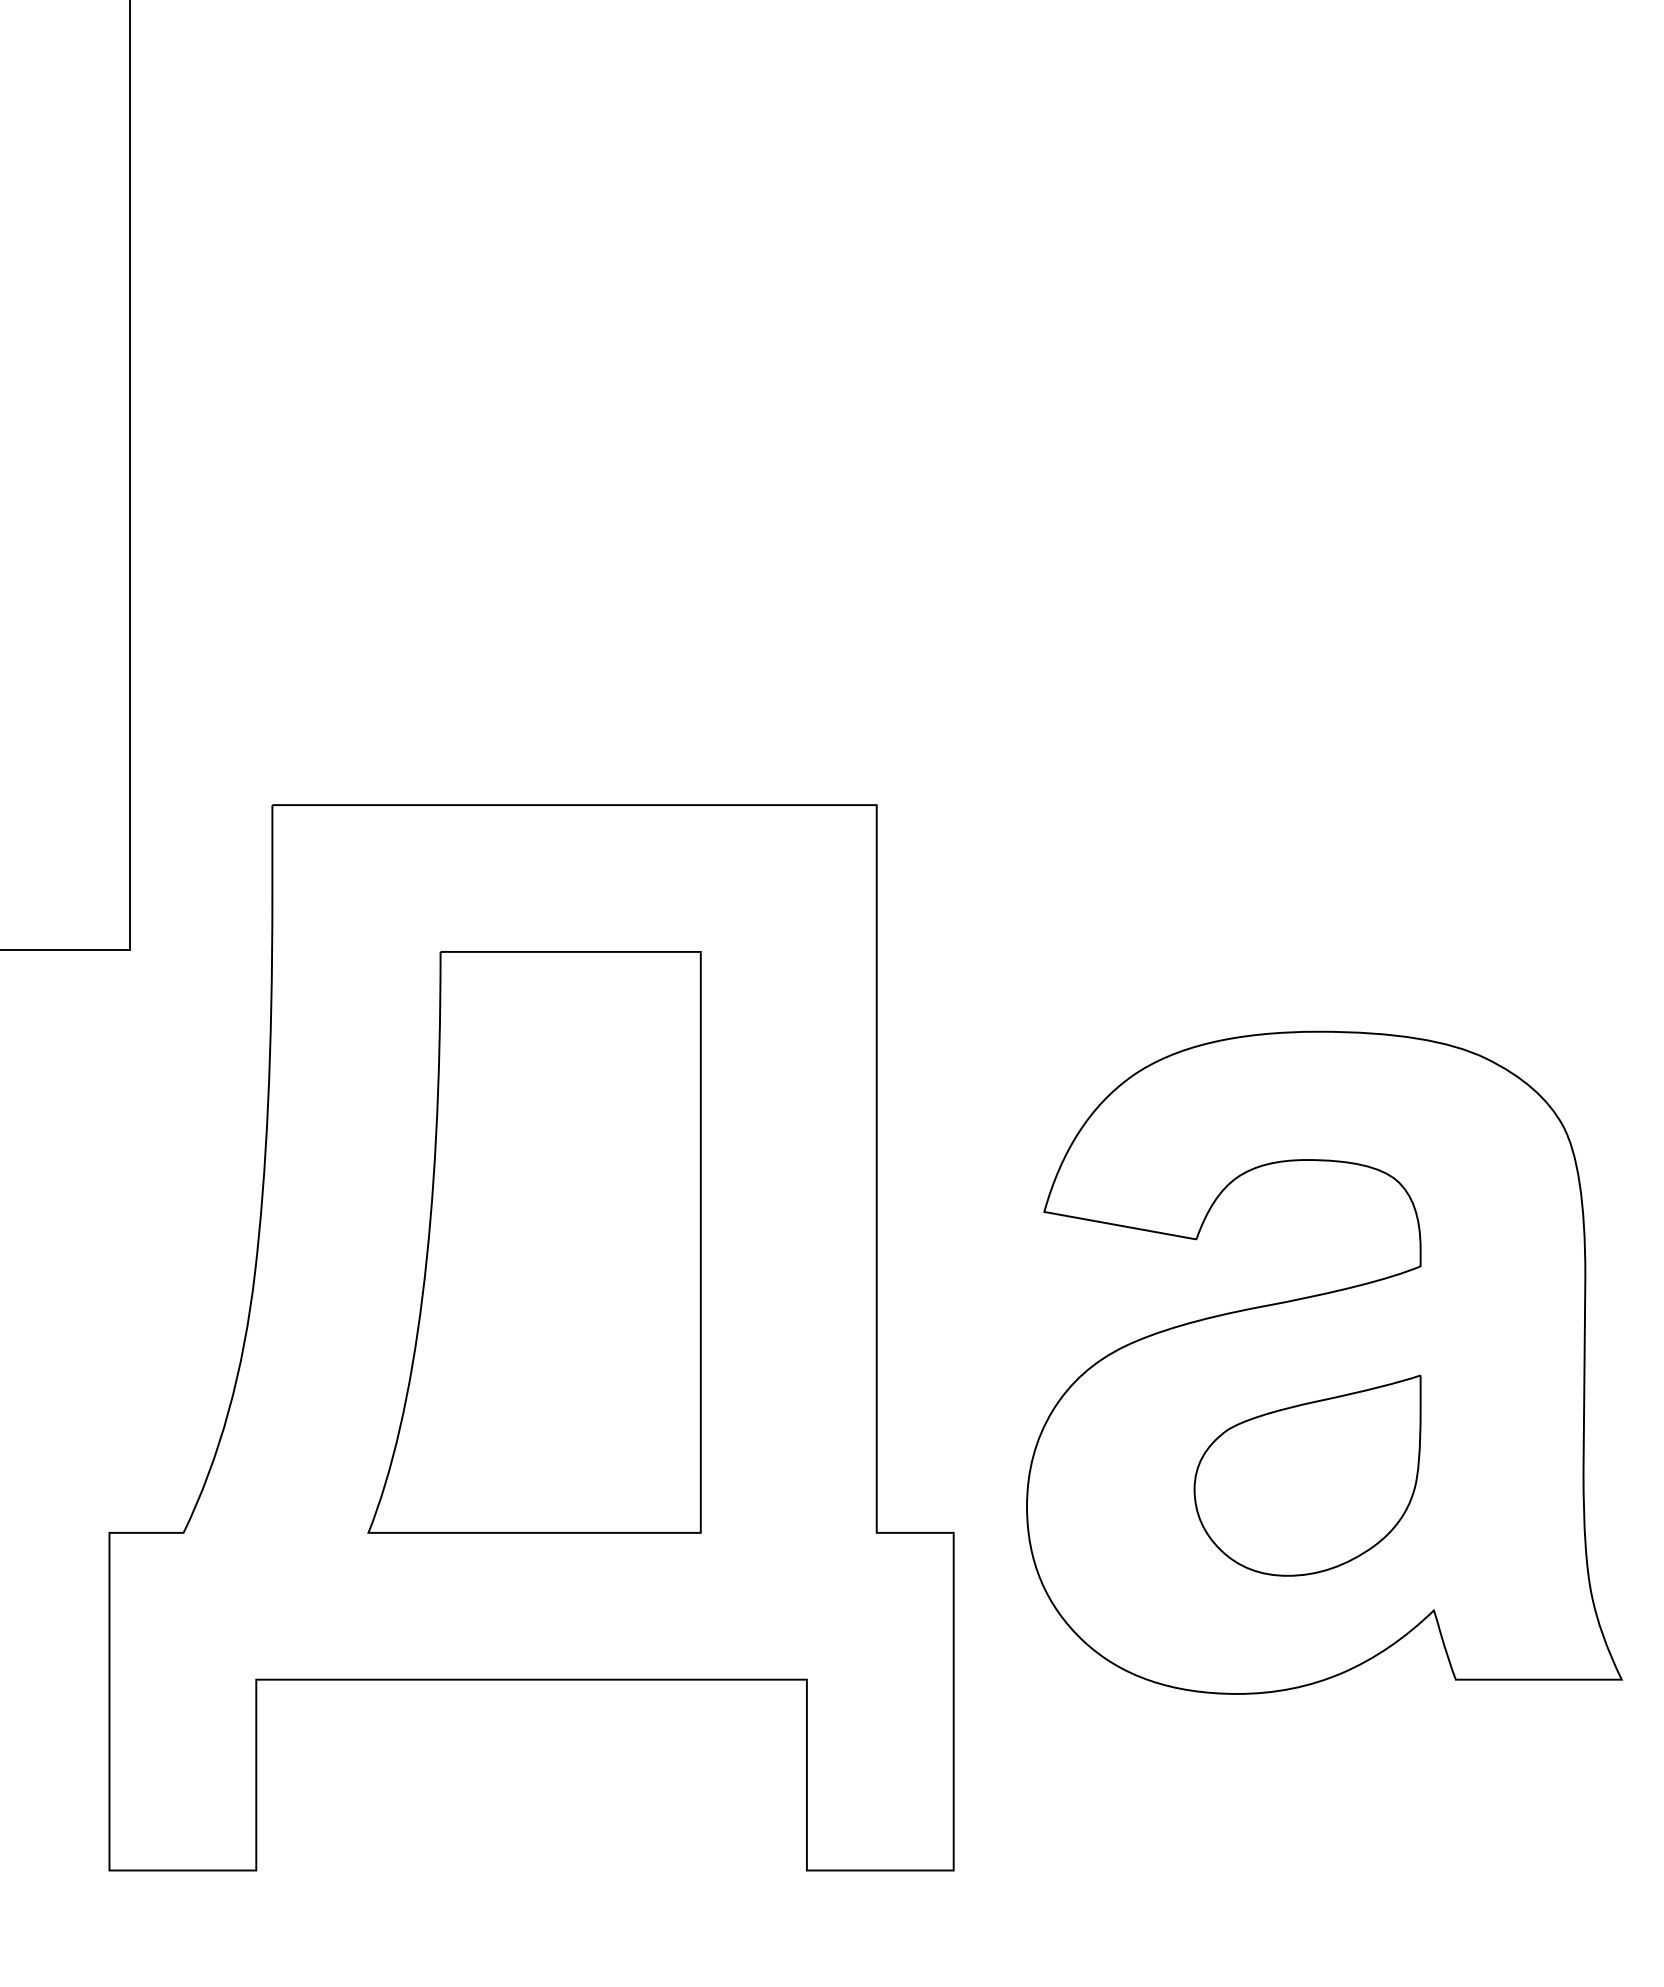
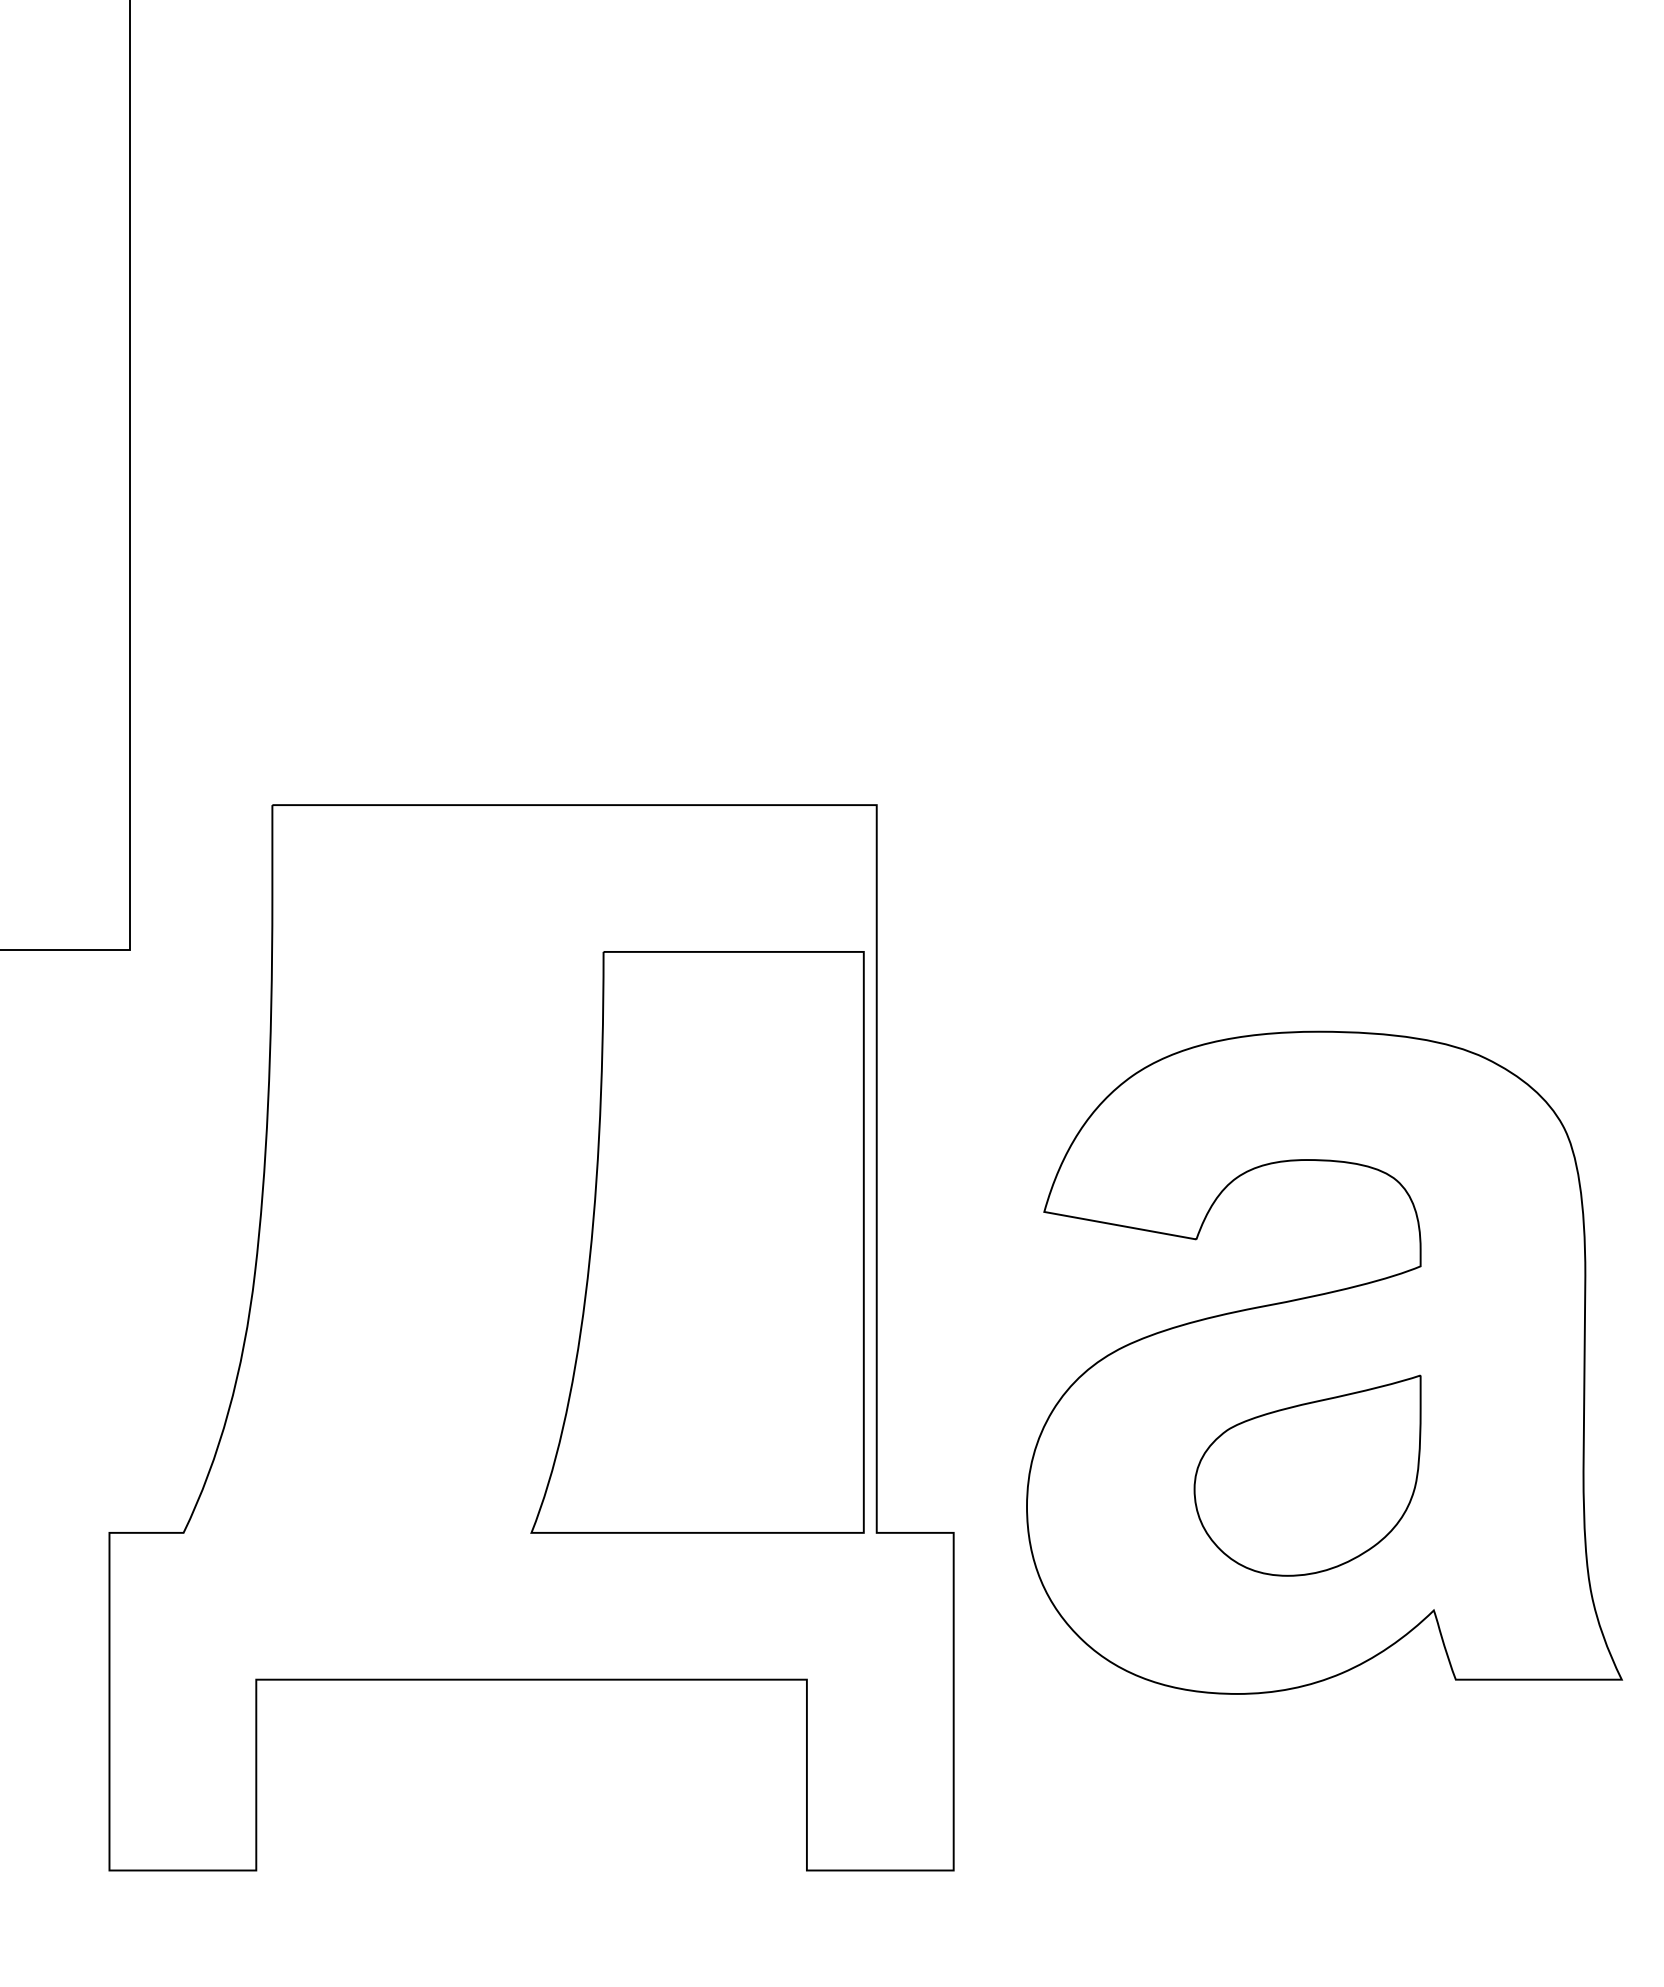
part at (534, 1242) position: (534, 1242) -> (697, 1242)
